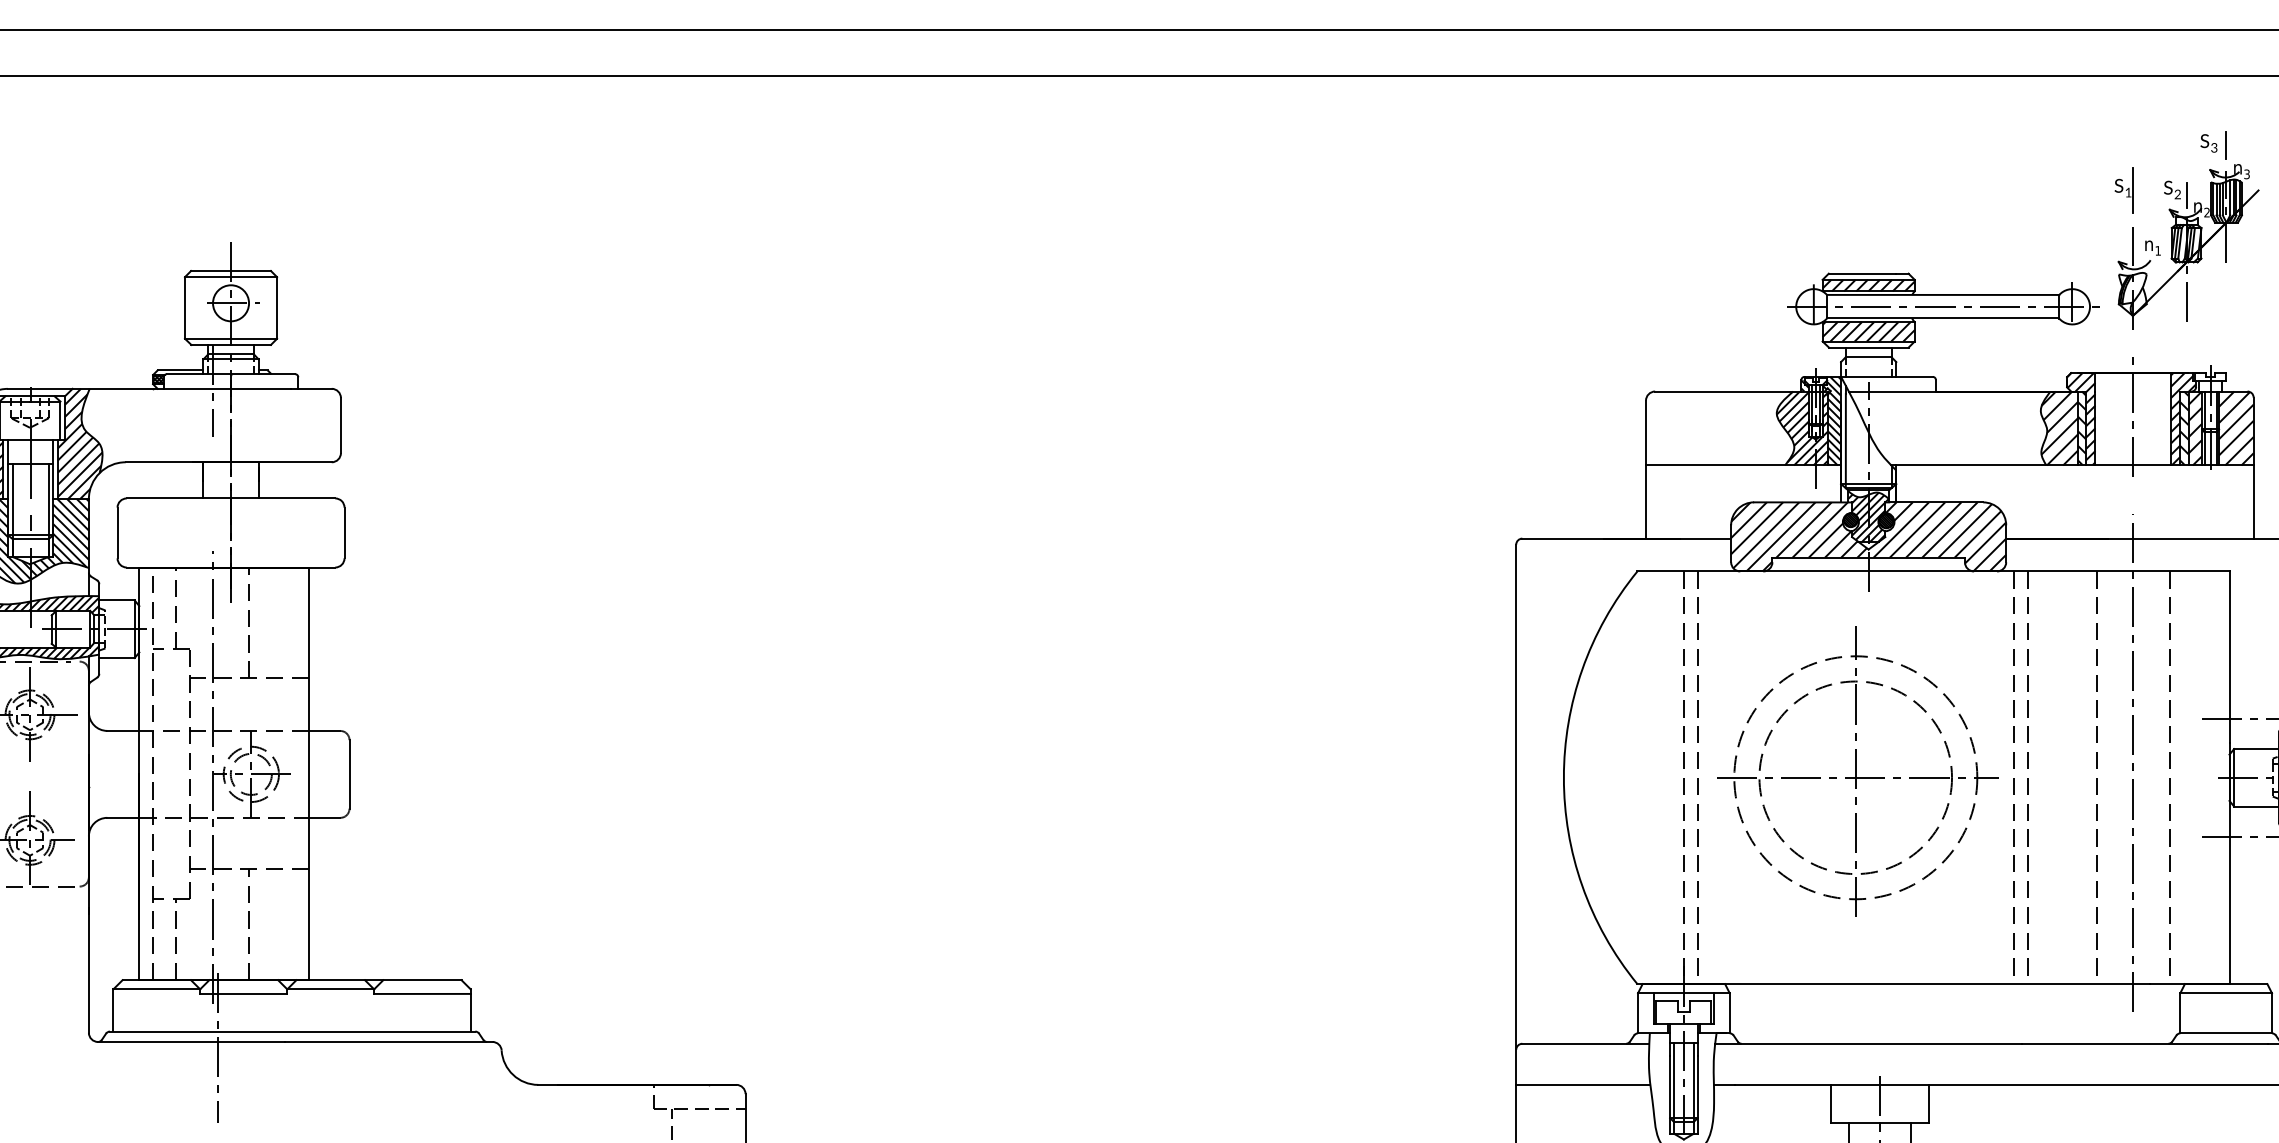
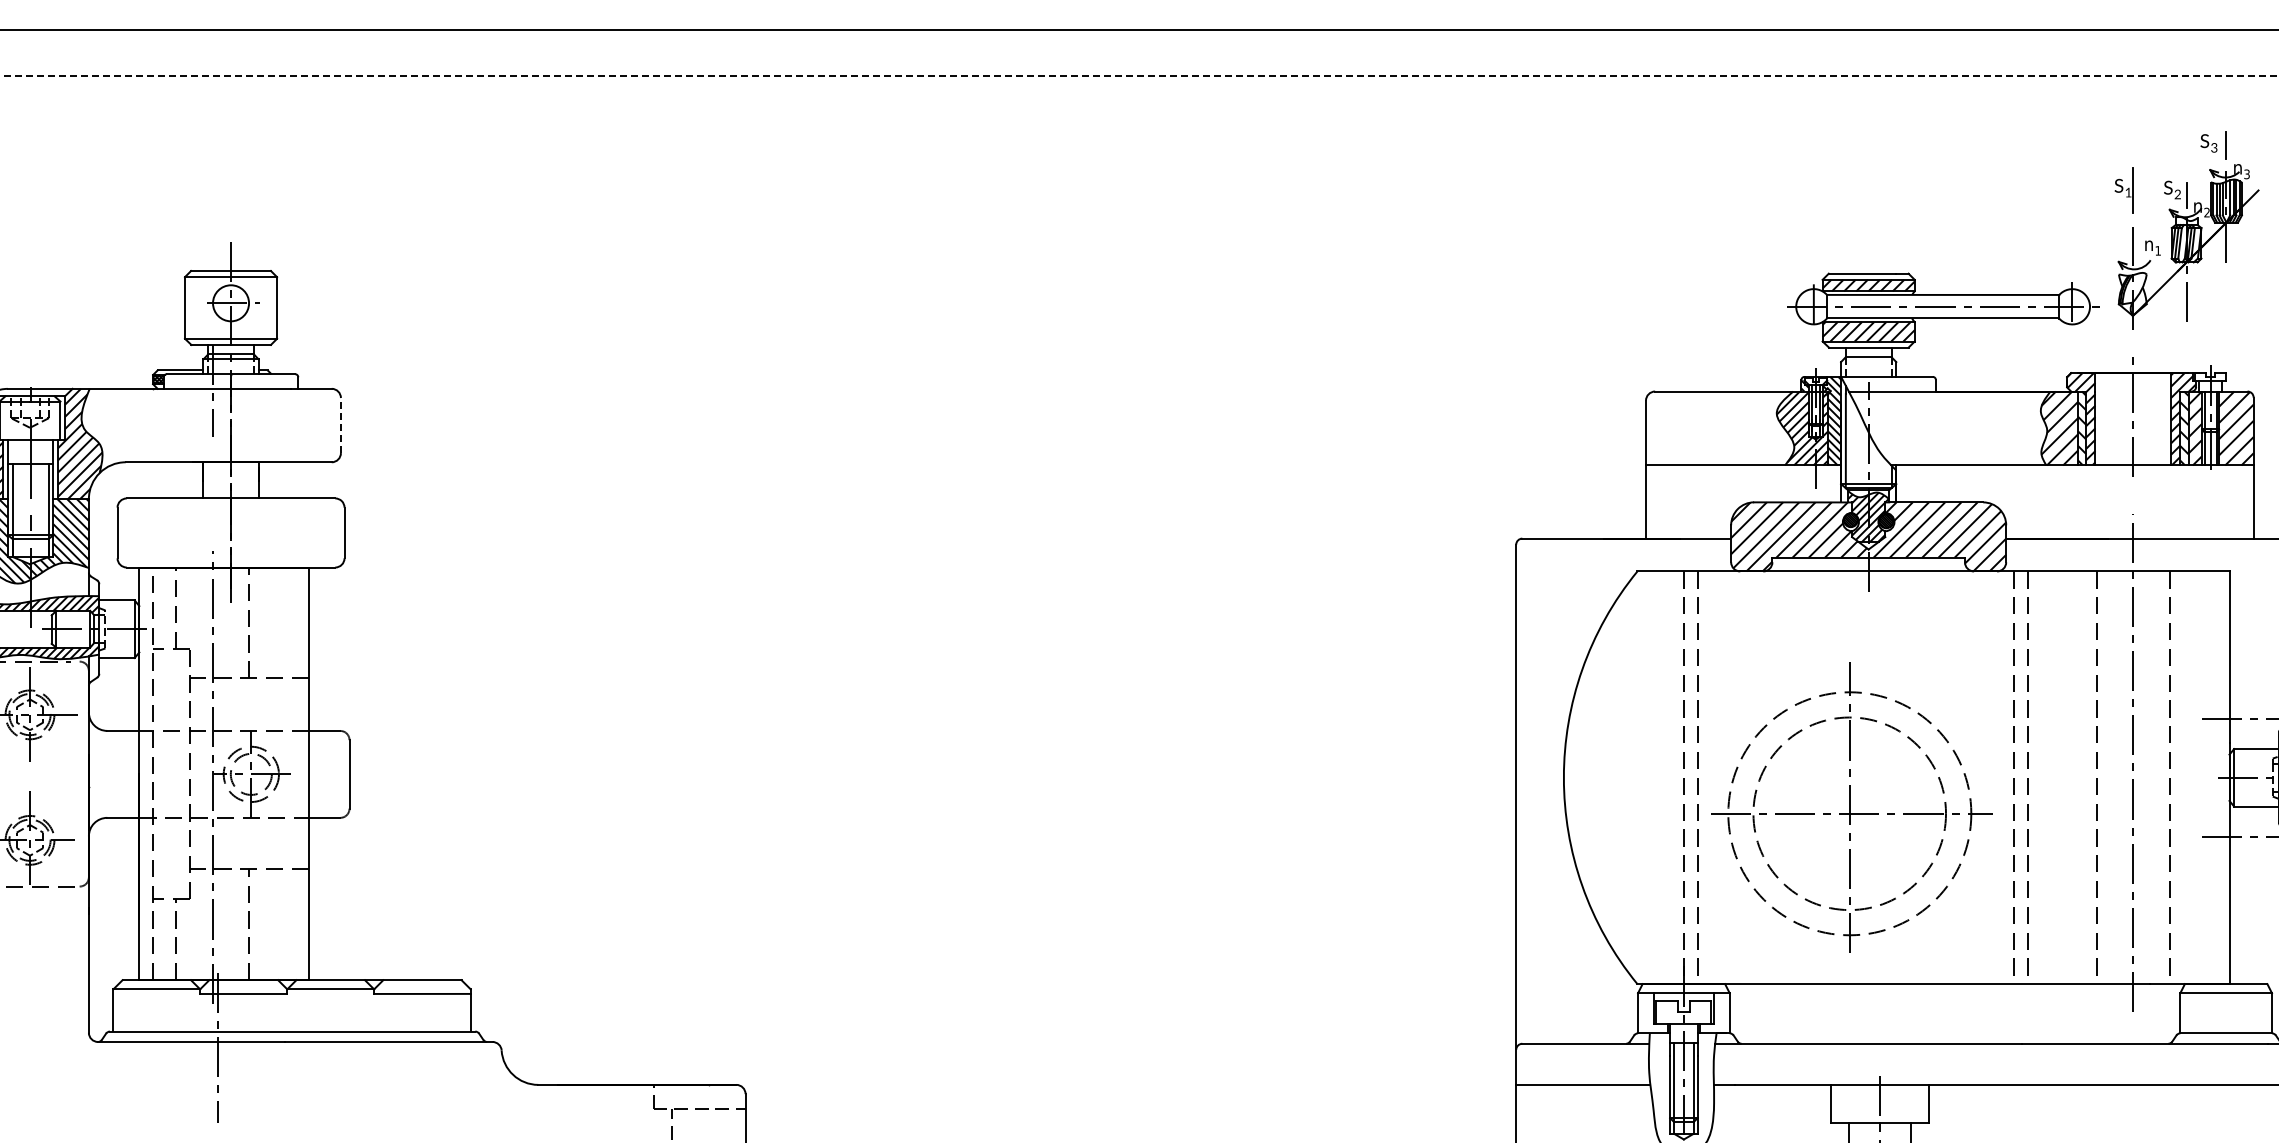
line at (1138, 76): solid -> dashed
line at (340, 425): solid -> dashed
part at (1857, 771) position: (1857, 771) -> (1851, 807)
